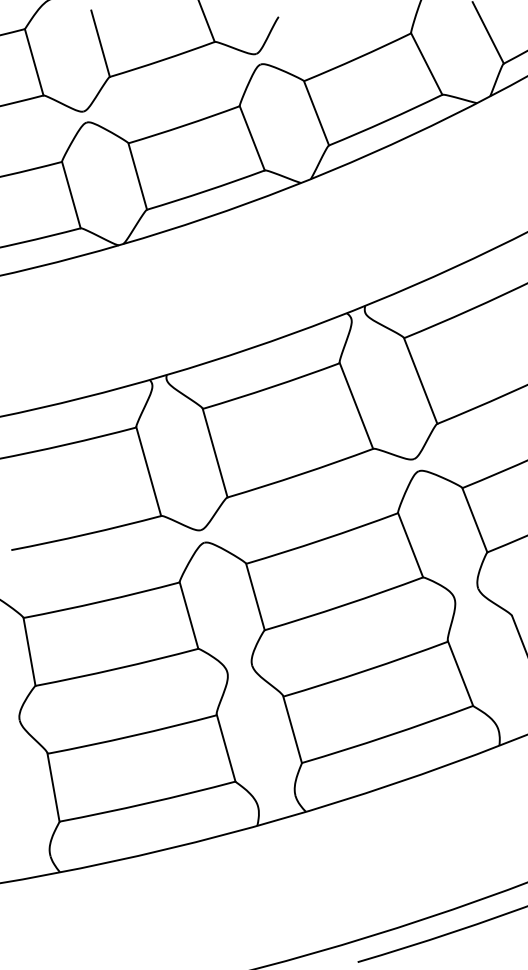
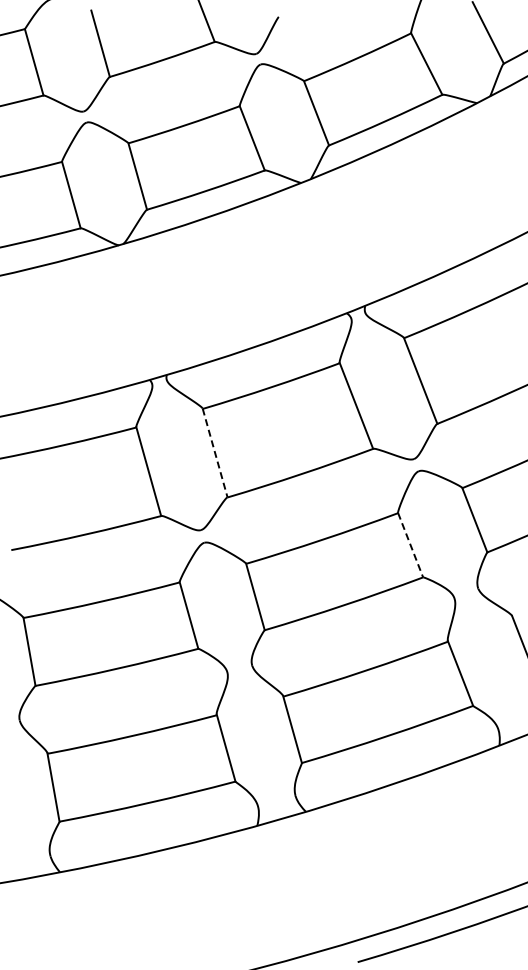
line at (215, 453): solid -> dashed
line at (410, 545): solid -> dashed
